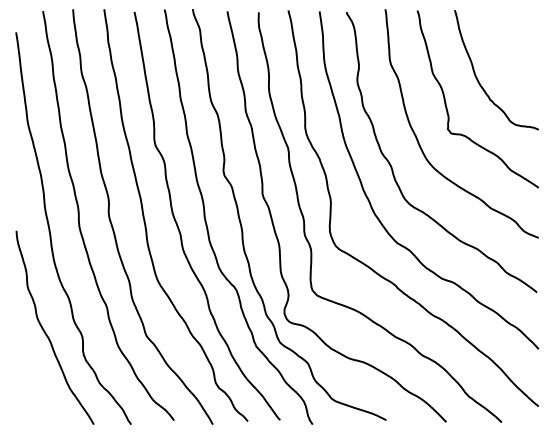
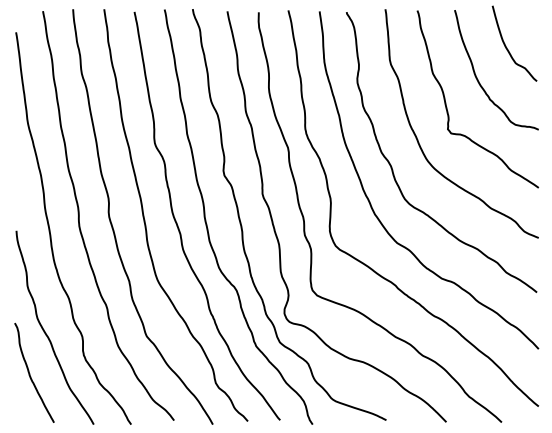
curve at (507, 47): none -> present
curve at (30, 373): none -> present
